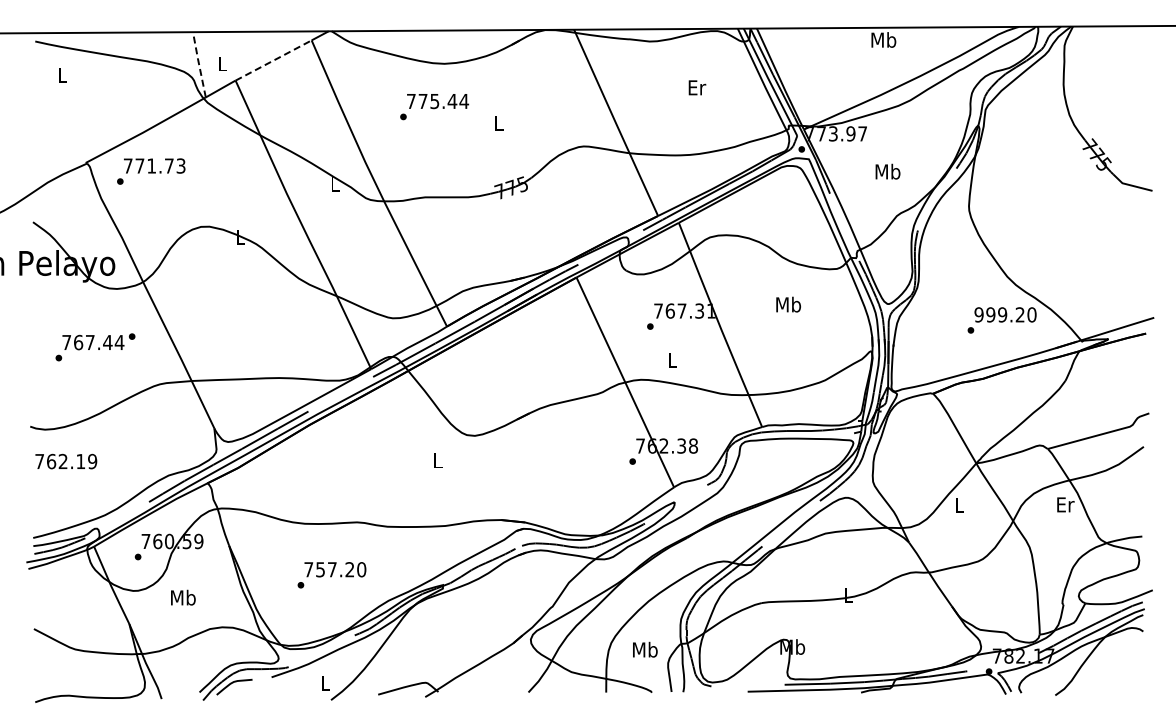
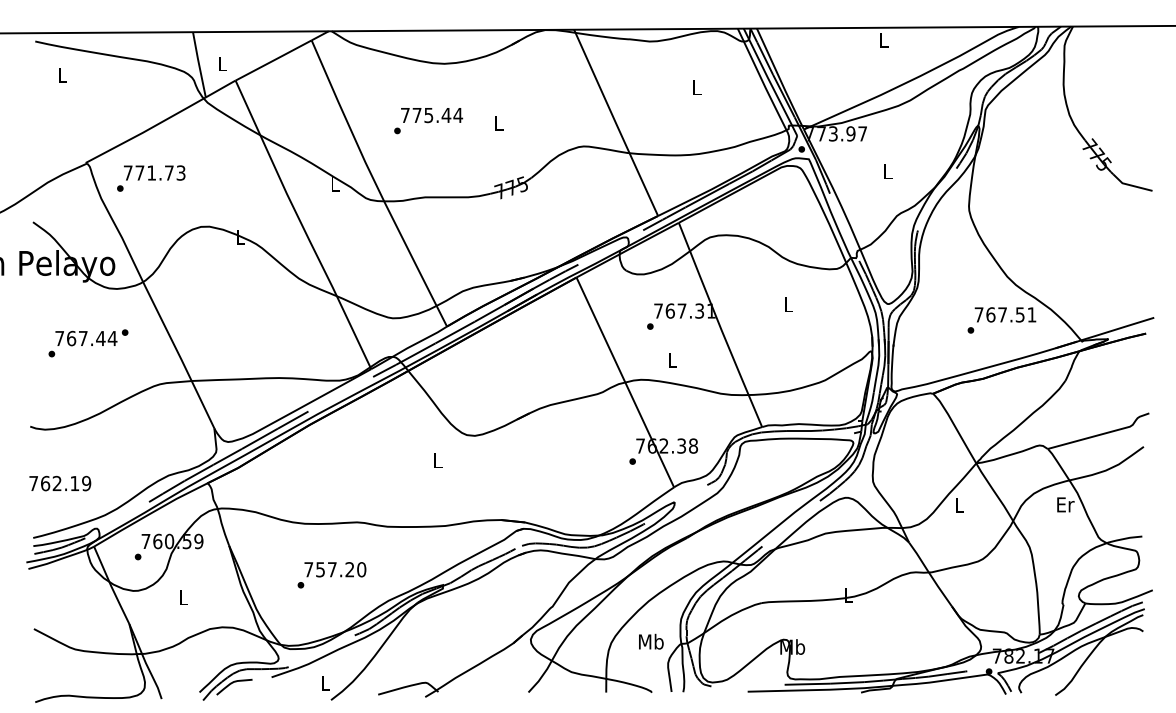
text at (883, 39): Mb -> L
line at (273, 60): dashed -> solid
line at (198, 63): dashed -> solid
text at (697, 87): Er -> L
text at (434, 107) position: (434, 107) -> (428, 121)
text at (151, 171) position: (151, 171) -> (151, 178)
text at (887, 171): Mb -> L
text at (788, 304): Mb -> L
text at (1005, 314): 999.20 -> 767.51
text at (95, 347) position: (95, 347) -> (88, 343)
text at (66, 461) position: (66, 461) -> (60, 483)
text at (183, 597): Mb -> L
text at (645, 649) position: (645, 649) -> (651, 641)
